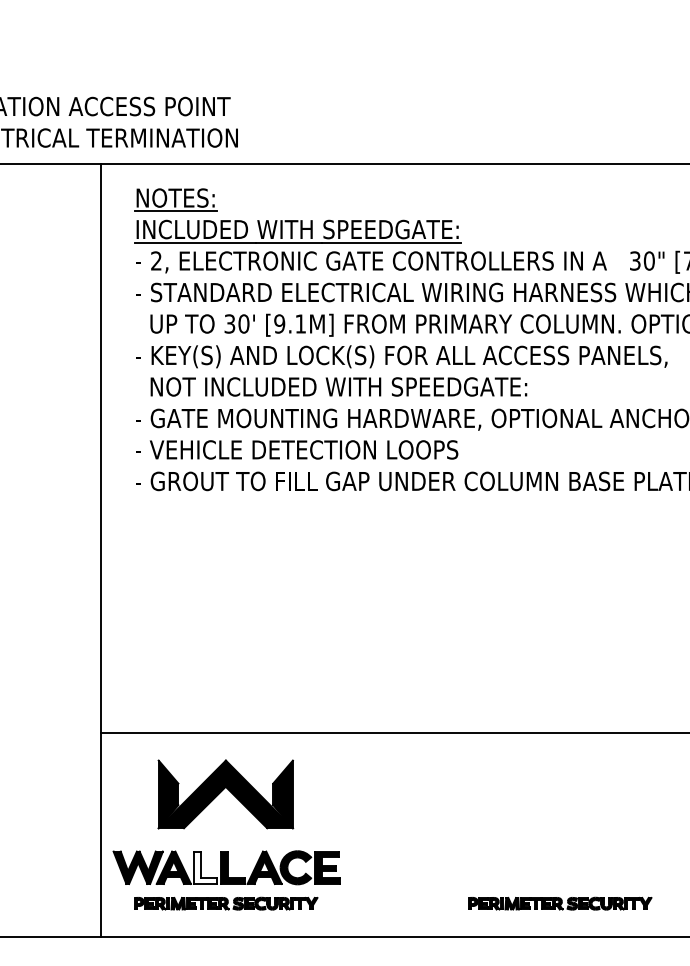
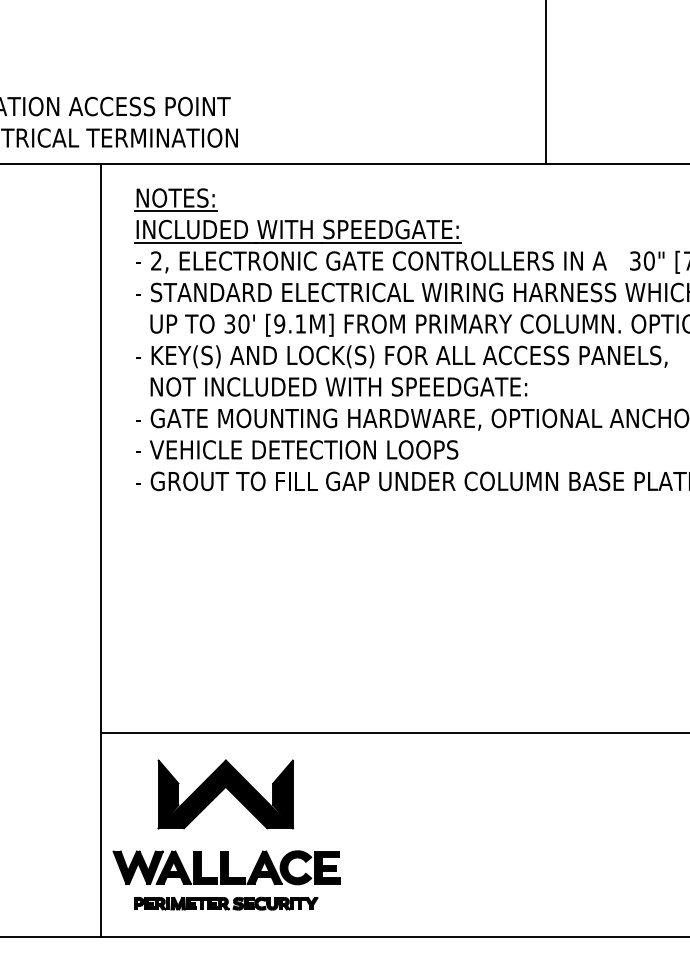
line at (546, 82): none -> present
fill at (205, 867): none -> present
part at (560, 903): present -> none
